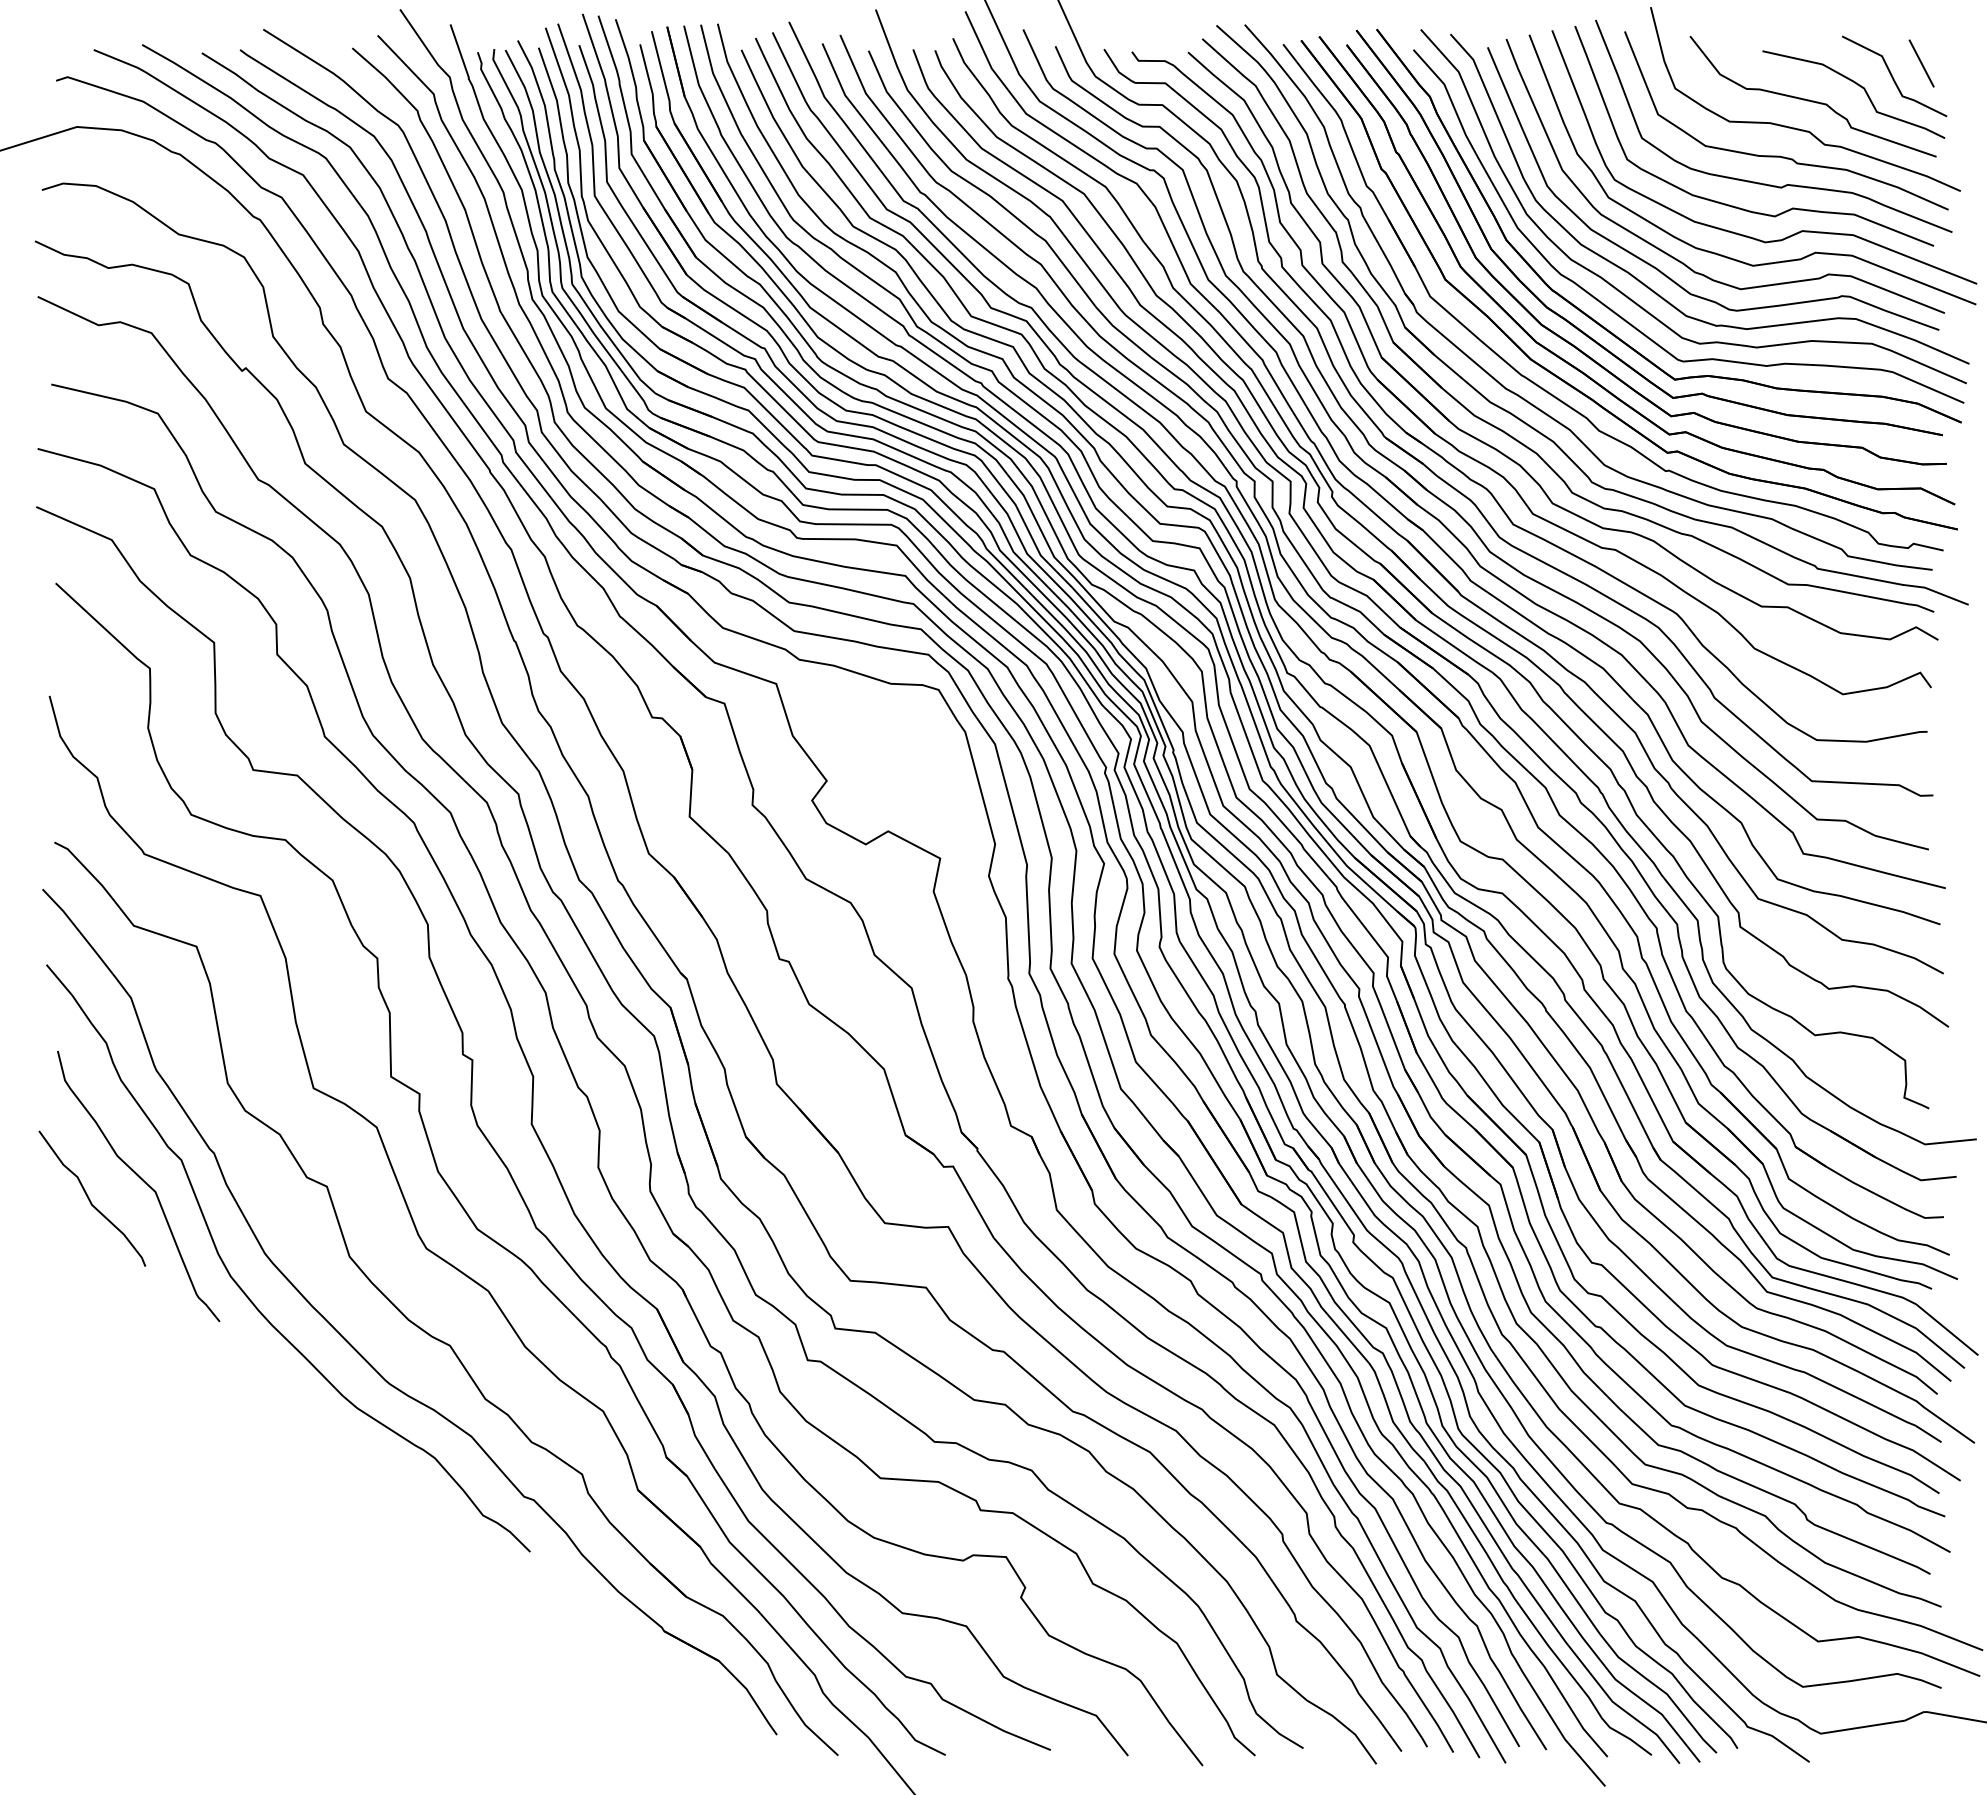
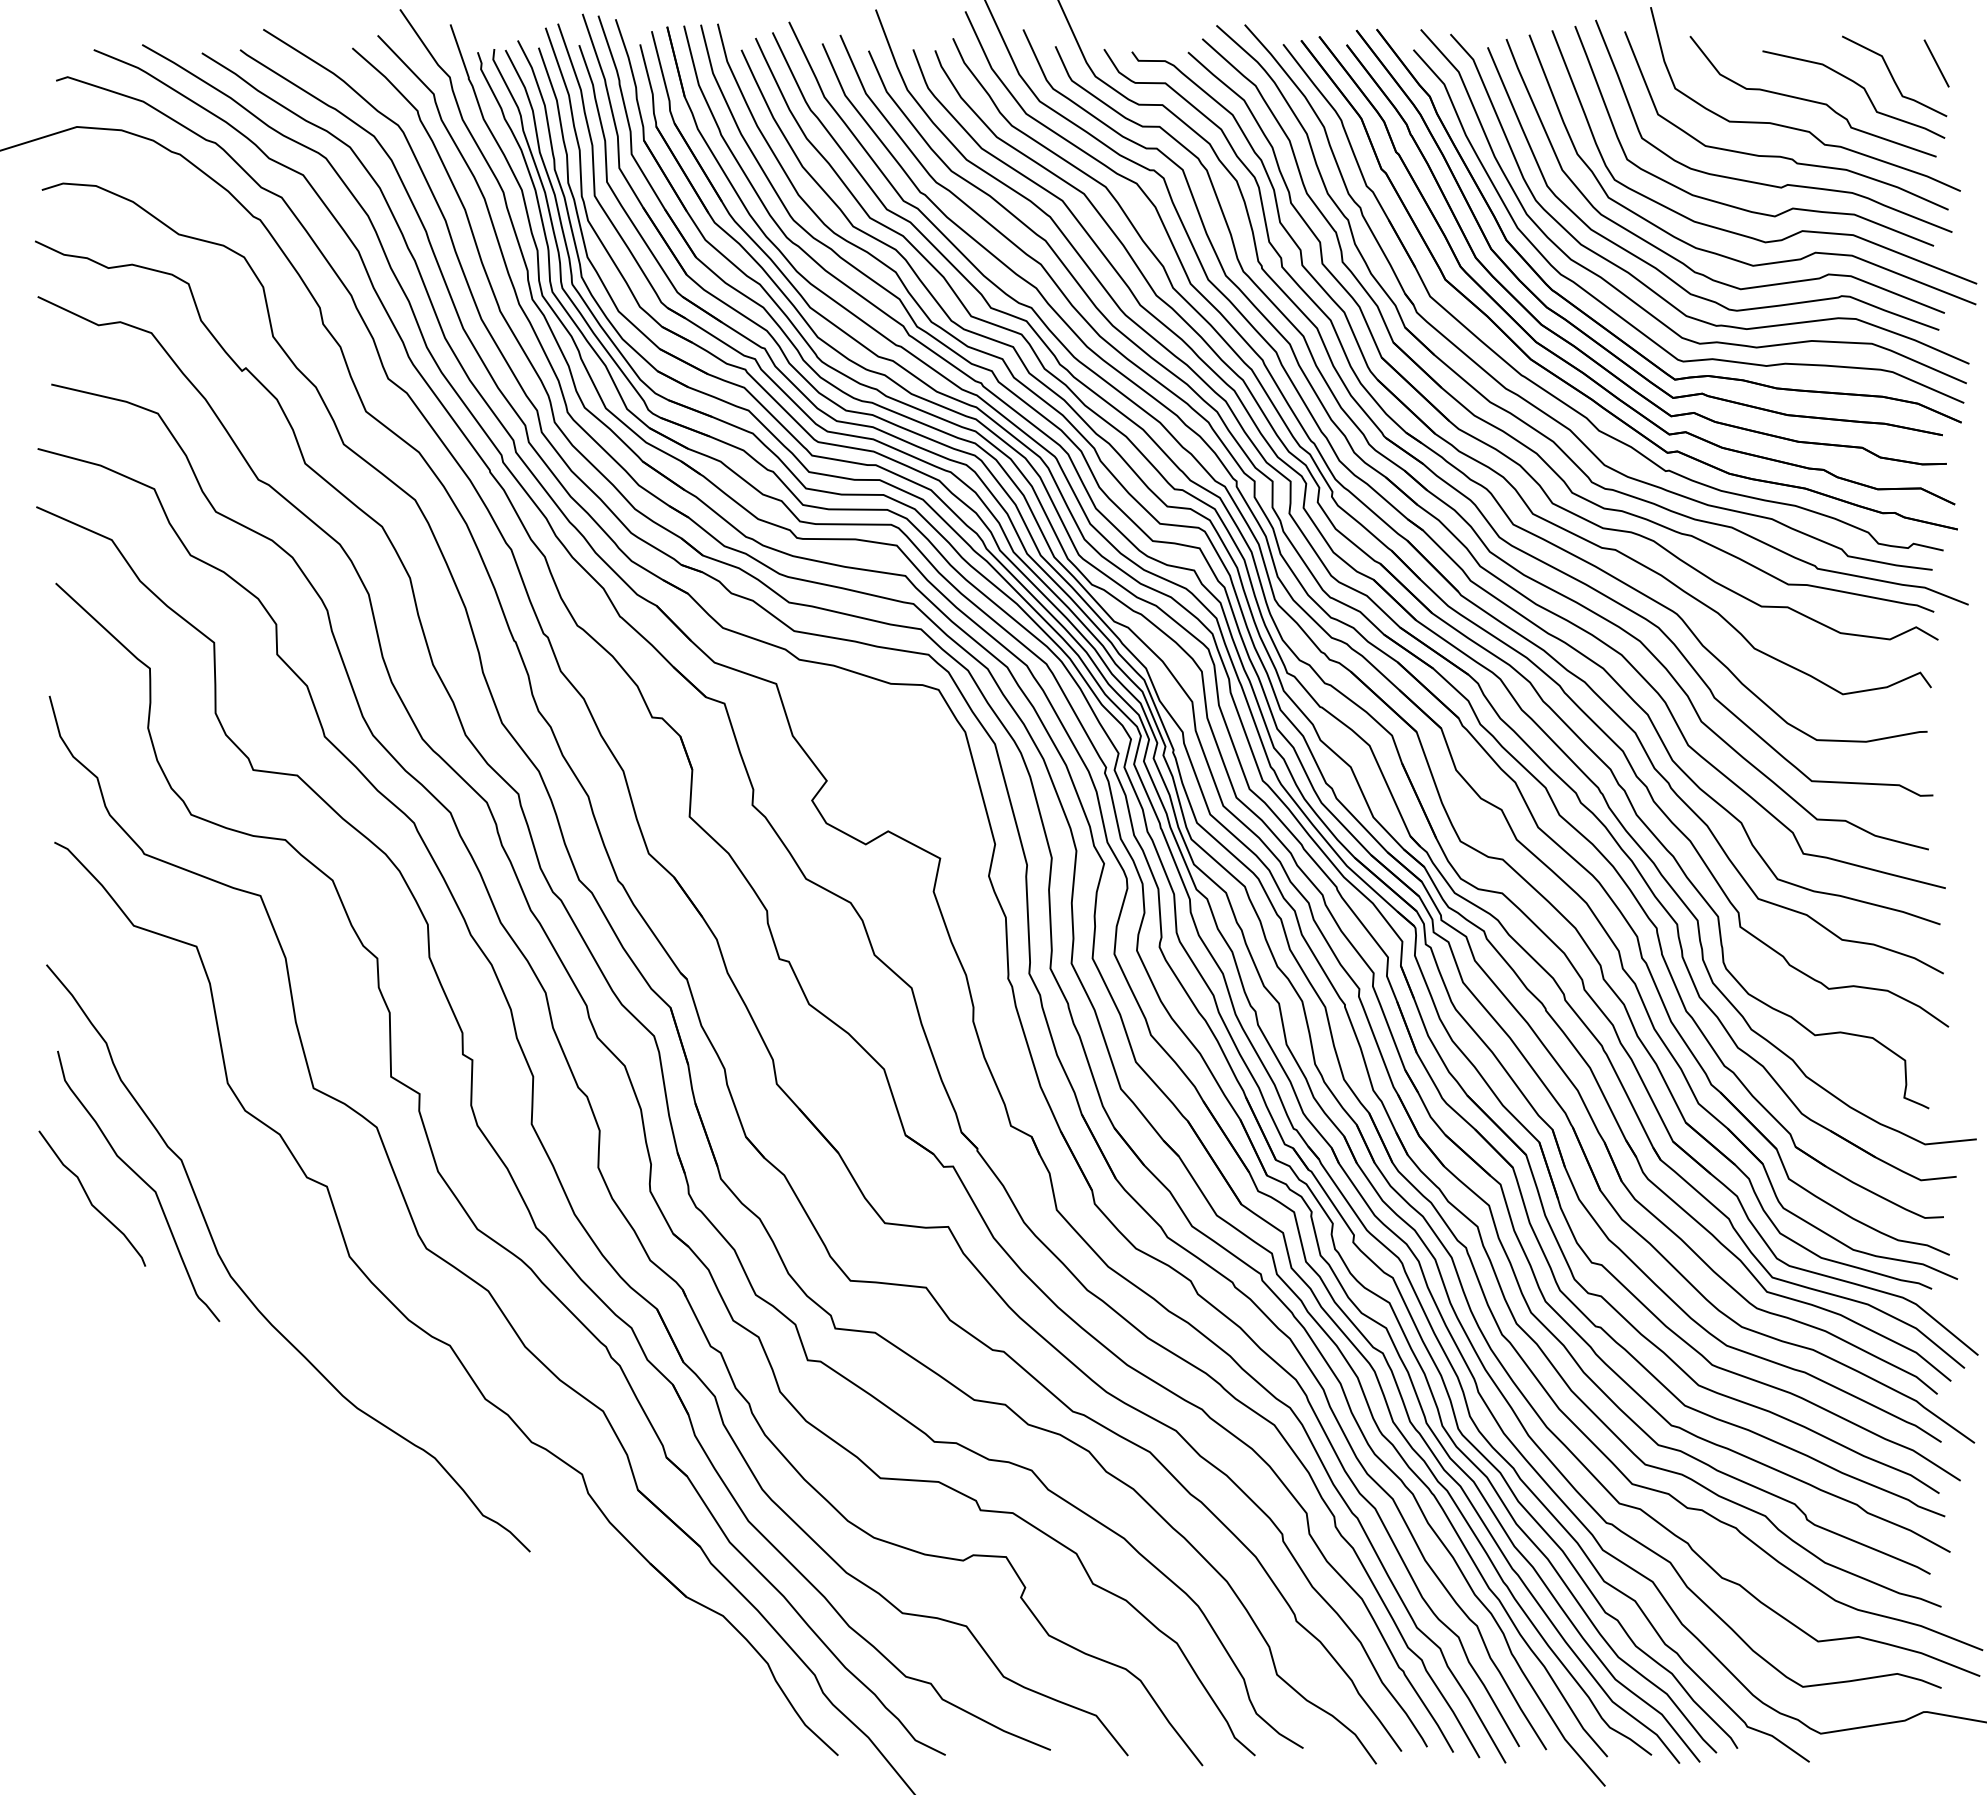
line at (1921, 63) position: (1921, 63) -> (1936, 63)
part at (363, 1356): present -> none
